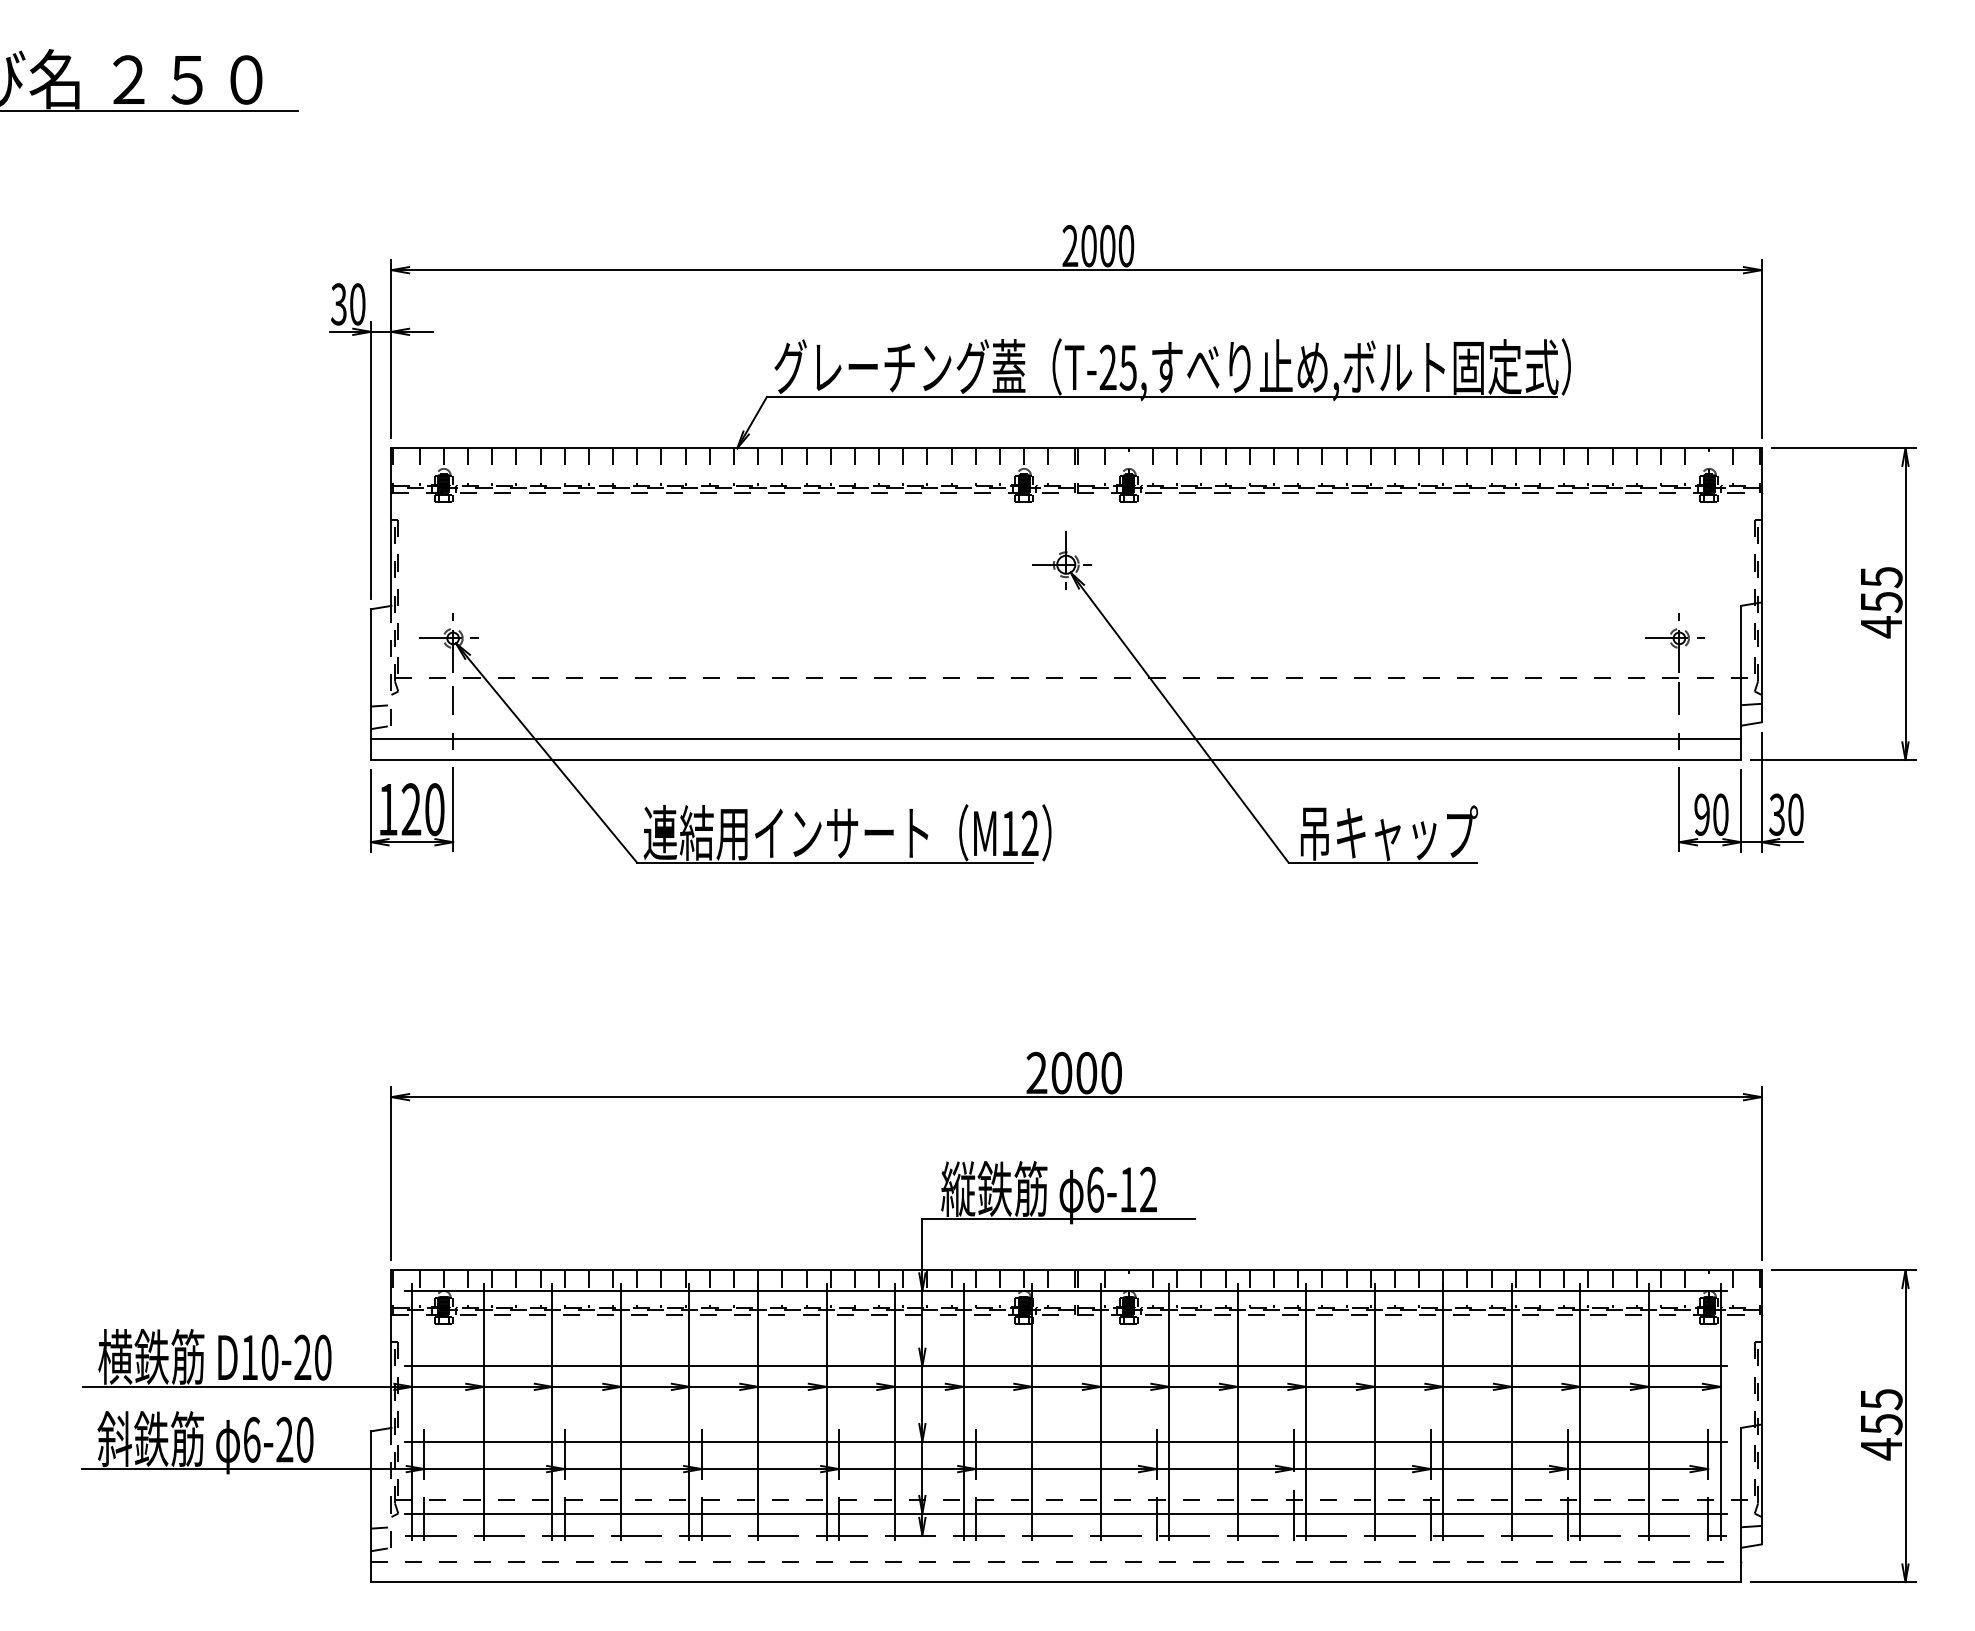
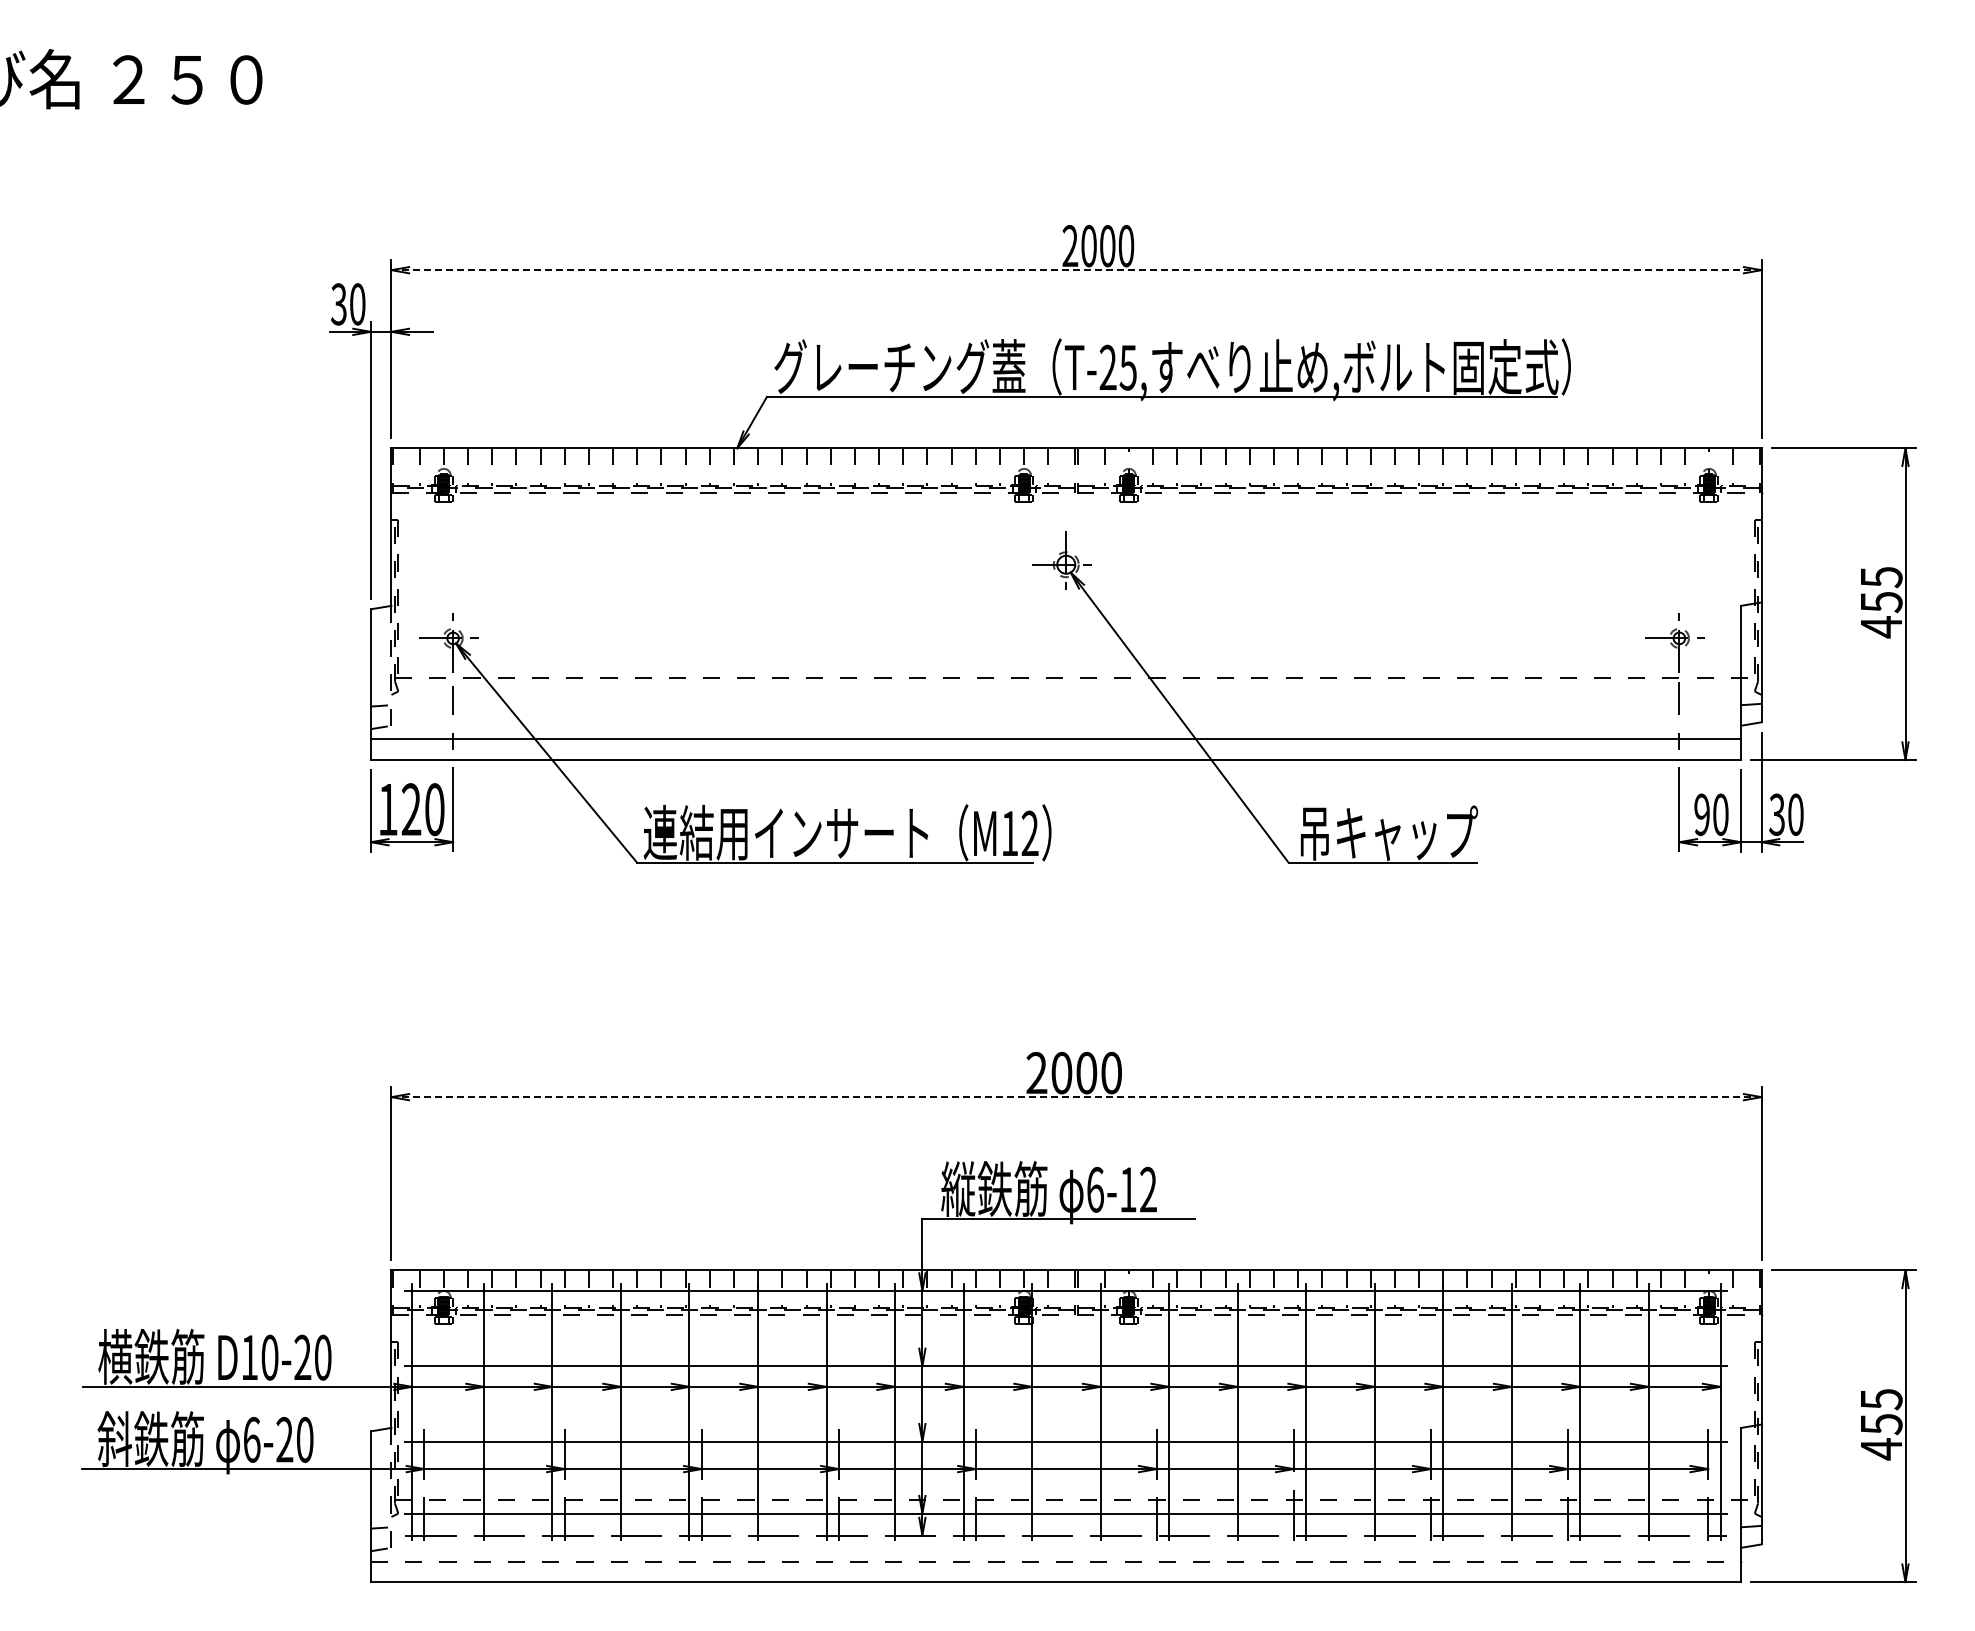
line at (150, 110): present -> none
line at (1077, 270): solid -> dashed
line at (1077, 1097): solid -> dashed
